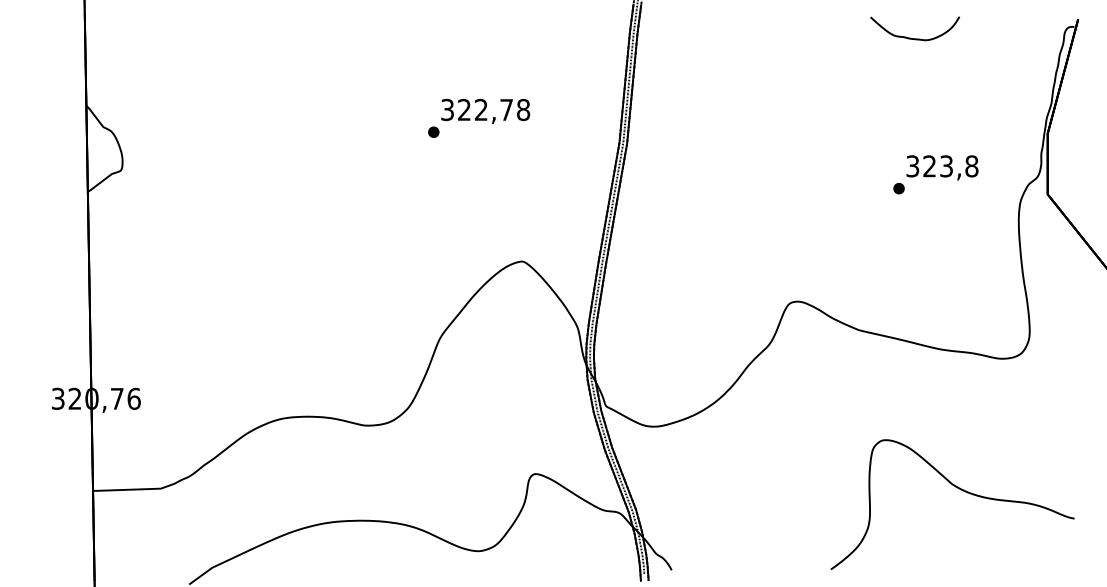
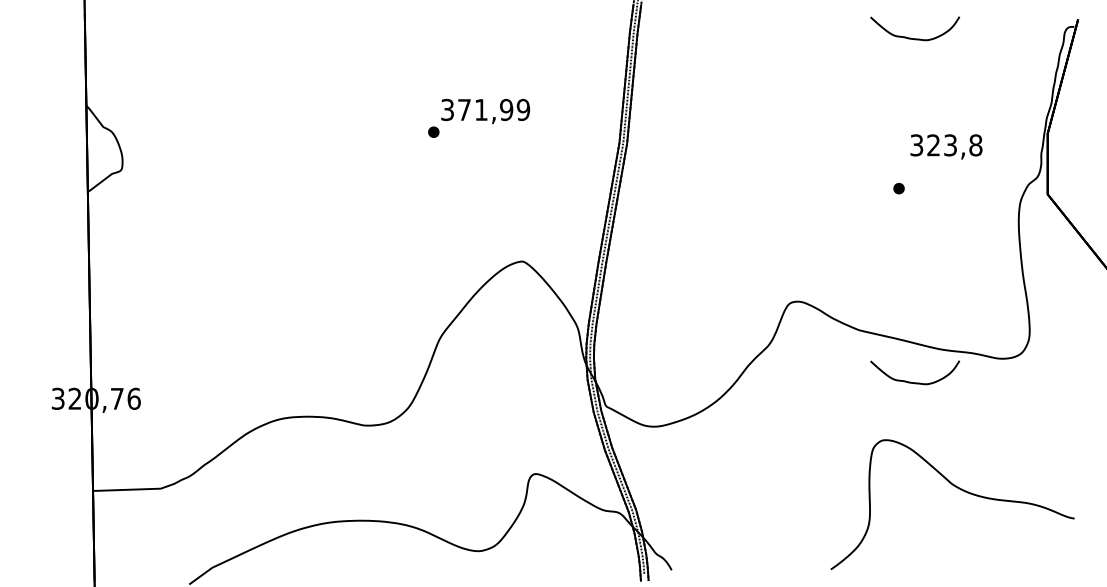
text at (494, 109): 322,78 -> 371,99
text at (942, 167) position: (942, 167) -> (946, 146)
curve at (915, 382): none -> present
